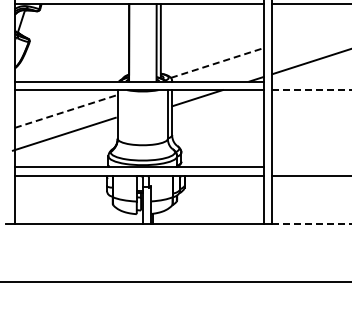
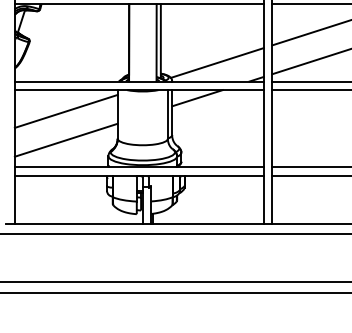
line at (310, 32): none -> present
line at (217, 63): dashed -> solid
line at (310, 81): none -> present
line at (311, 90): dashed -> solid
line at (66, 111): dashed -> solid
line at (63, 133) position: (63, 133) -> (65, 139)
line at (310, 167): none -> present
line at (311, 224): dashed -> solid
line at (175, 234): none -> present
line at (175, 292): none -> present
